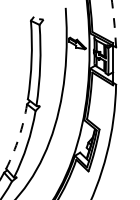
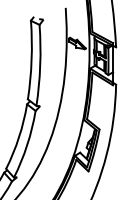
arc at (114, 23): dashed -> solid
arc at (19, 137): dashed -> solid
